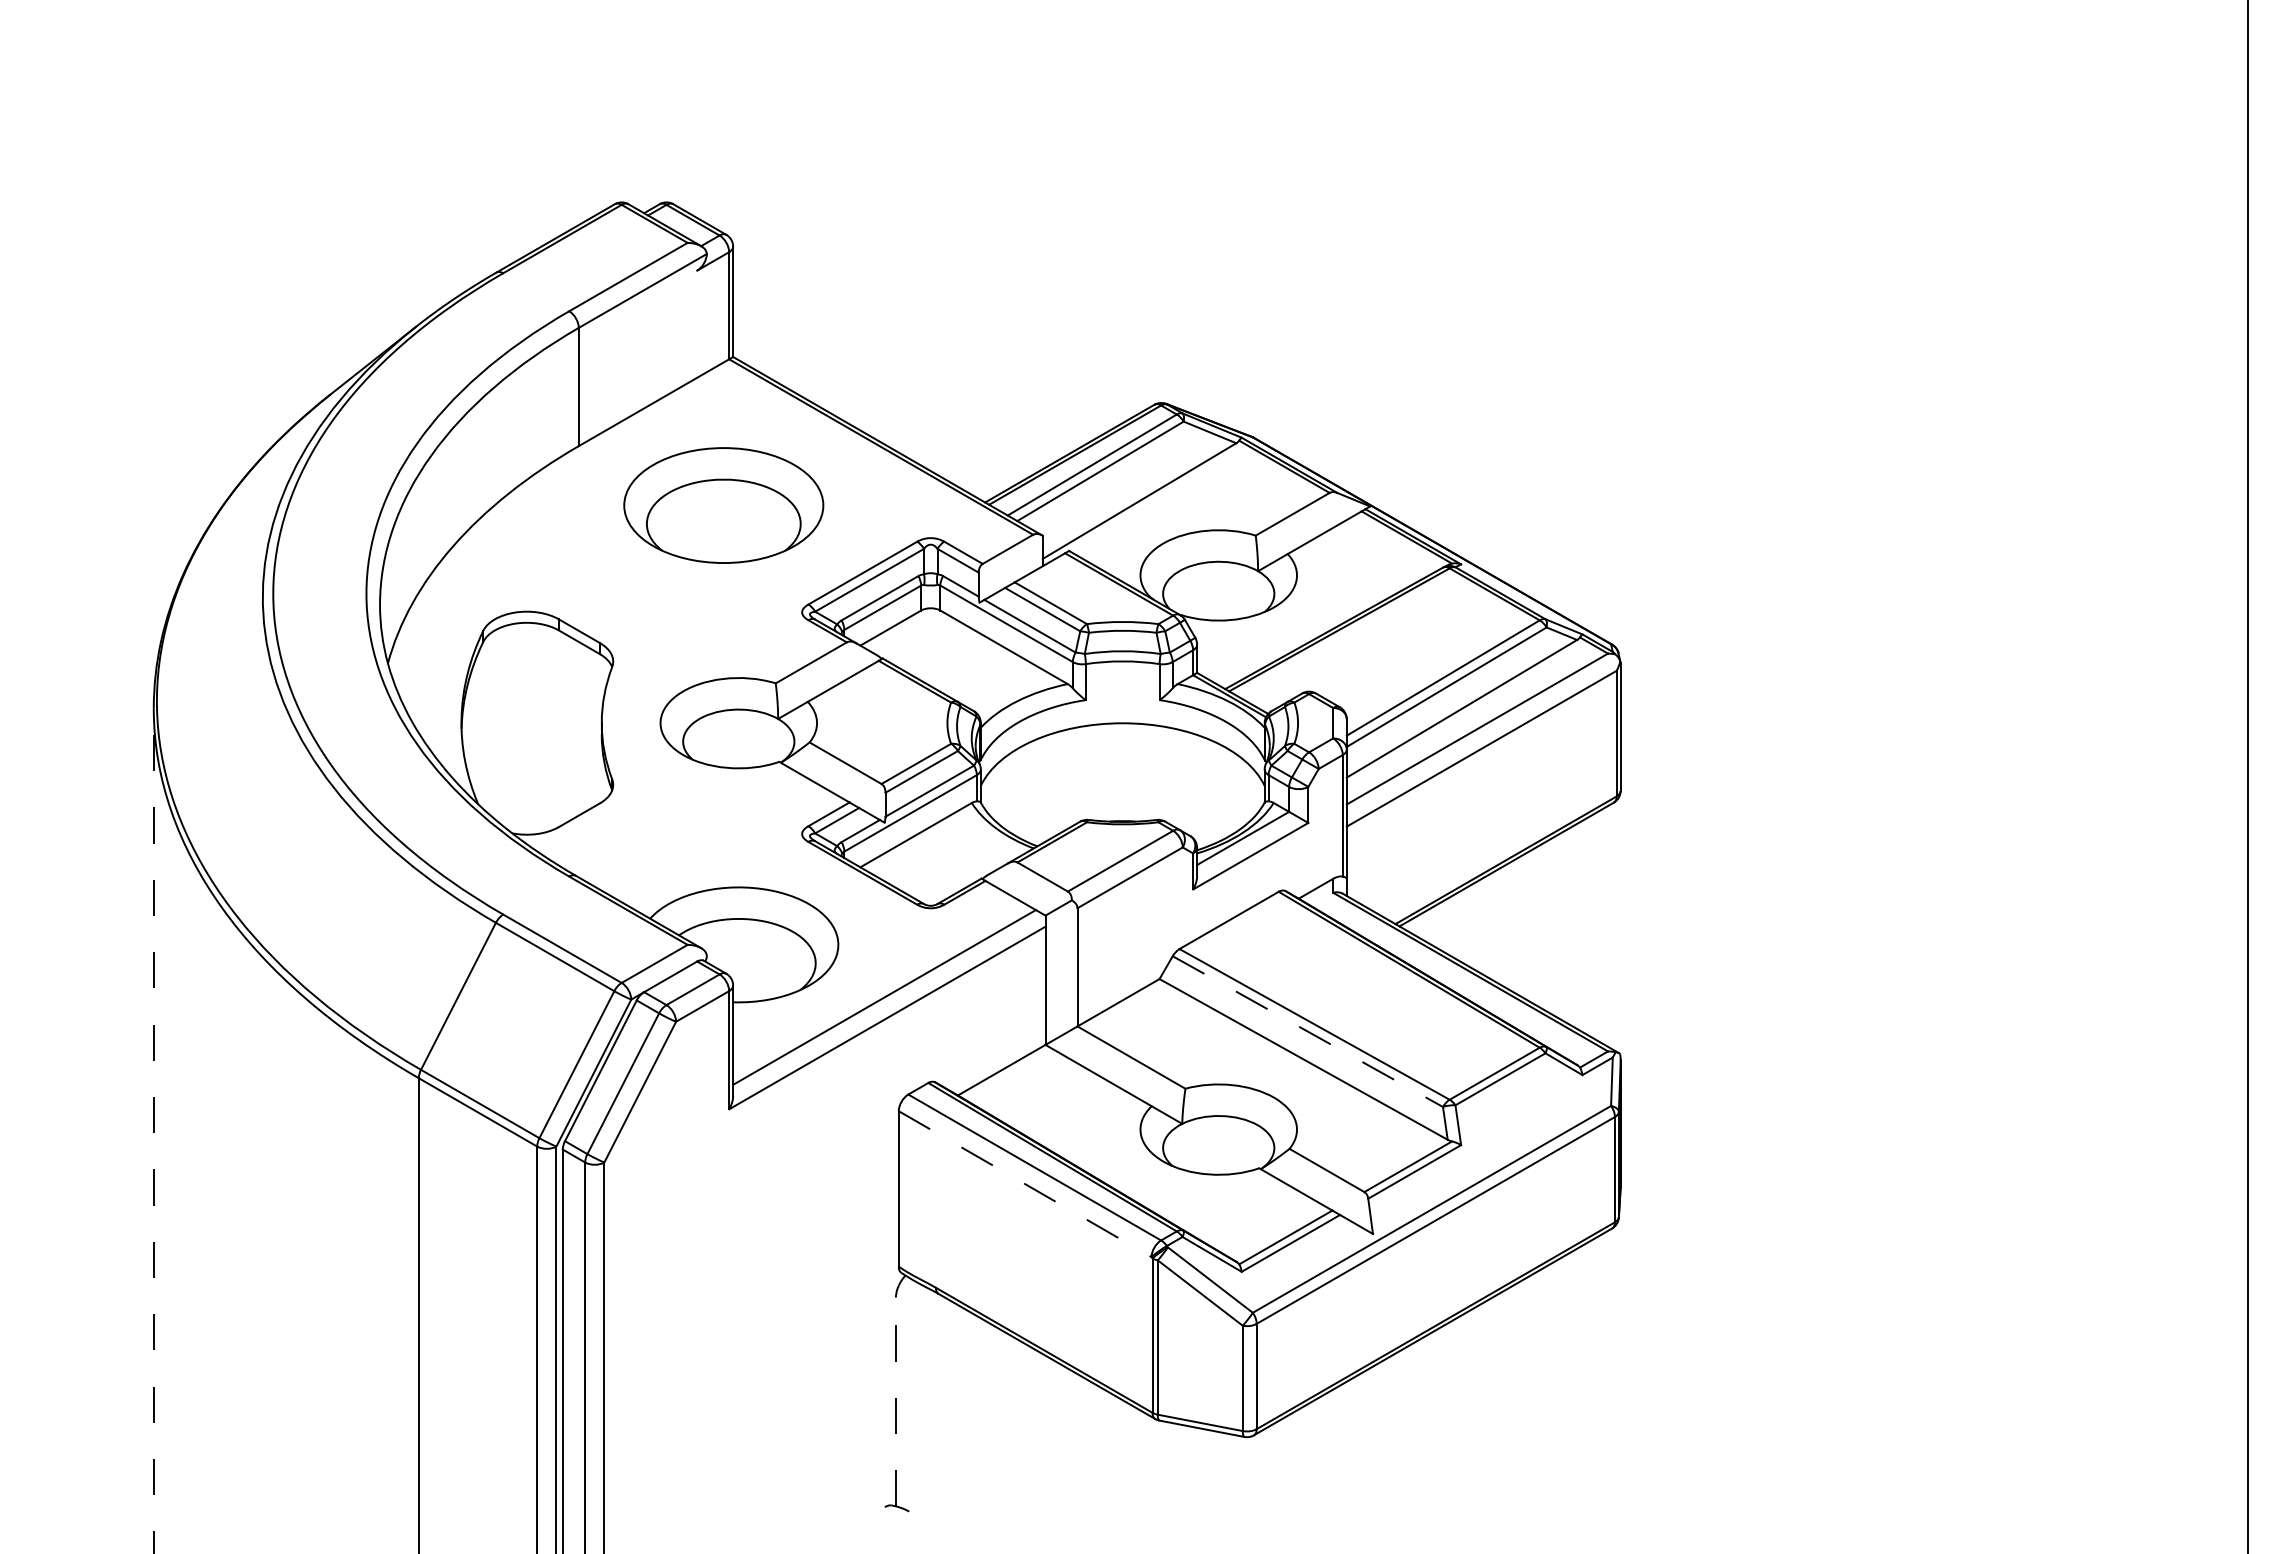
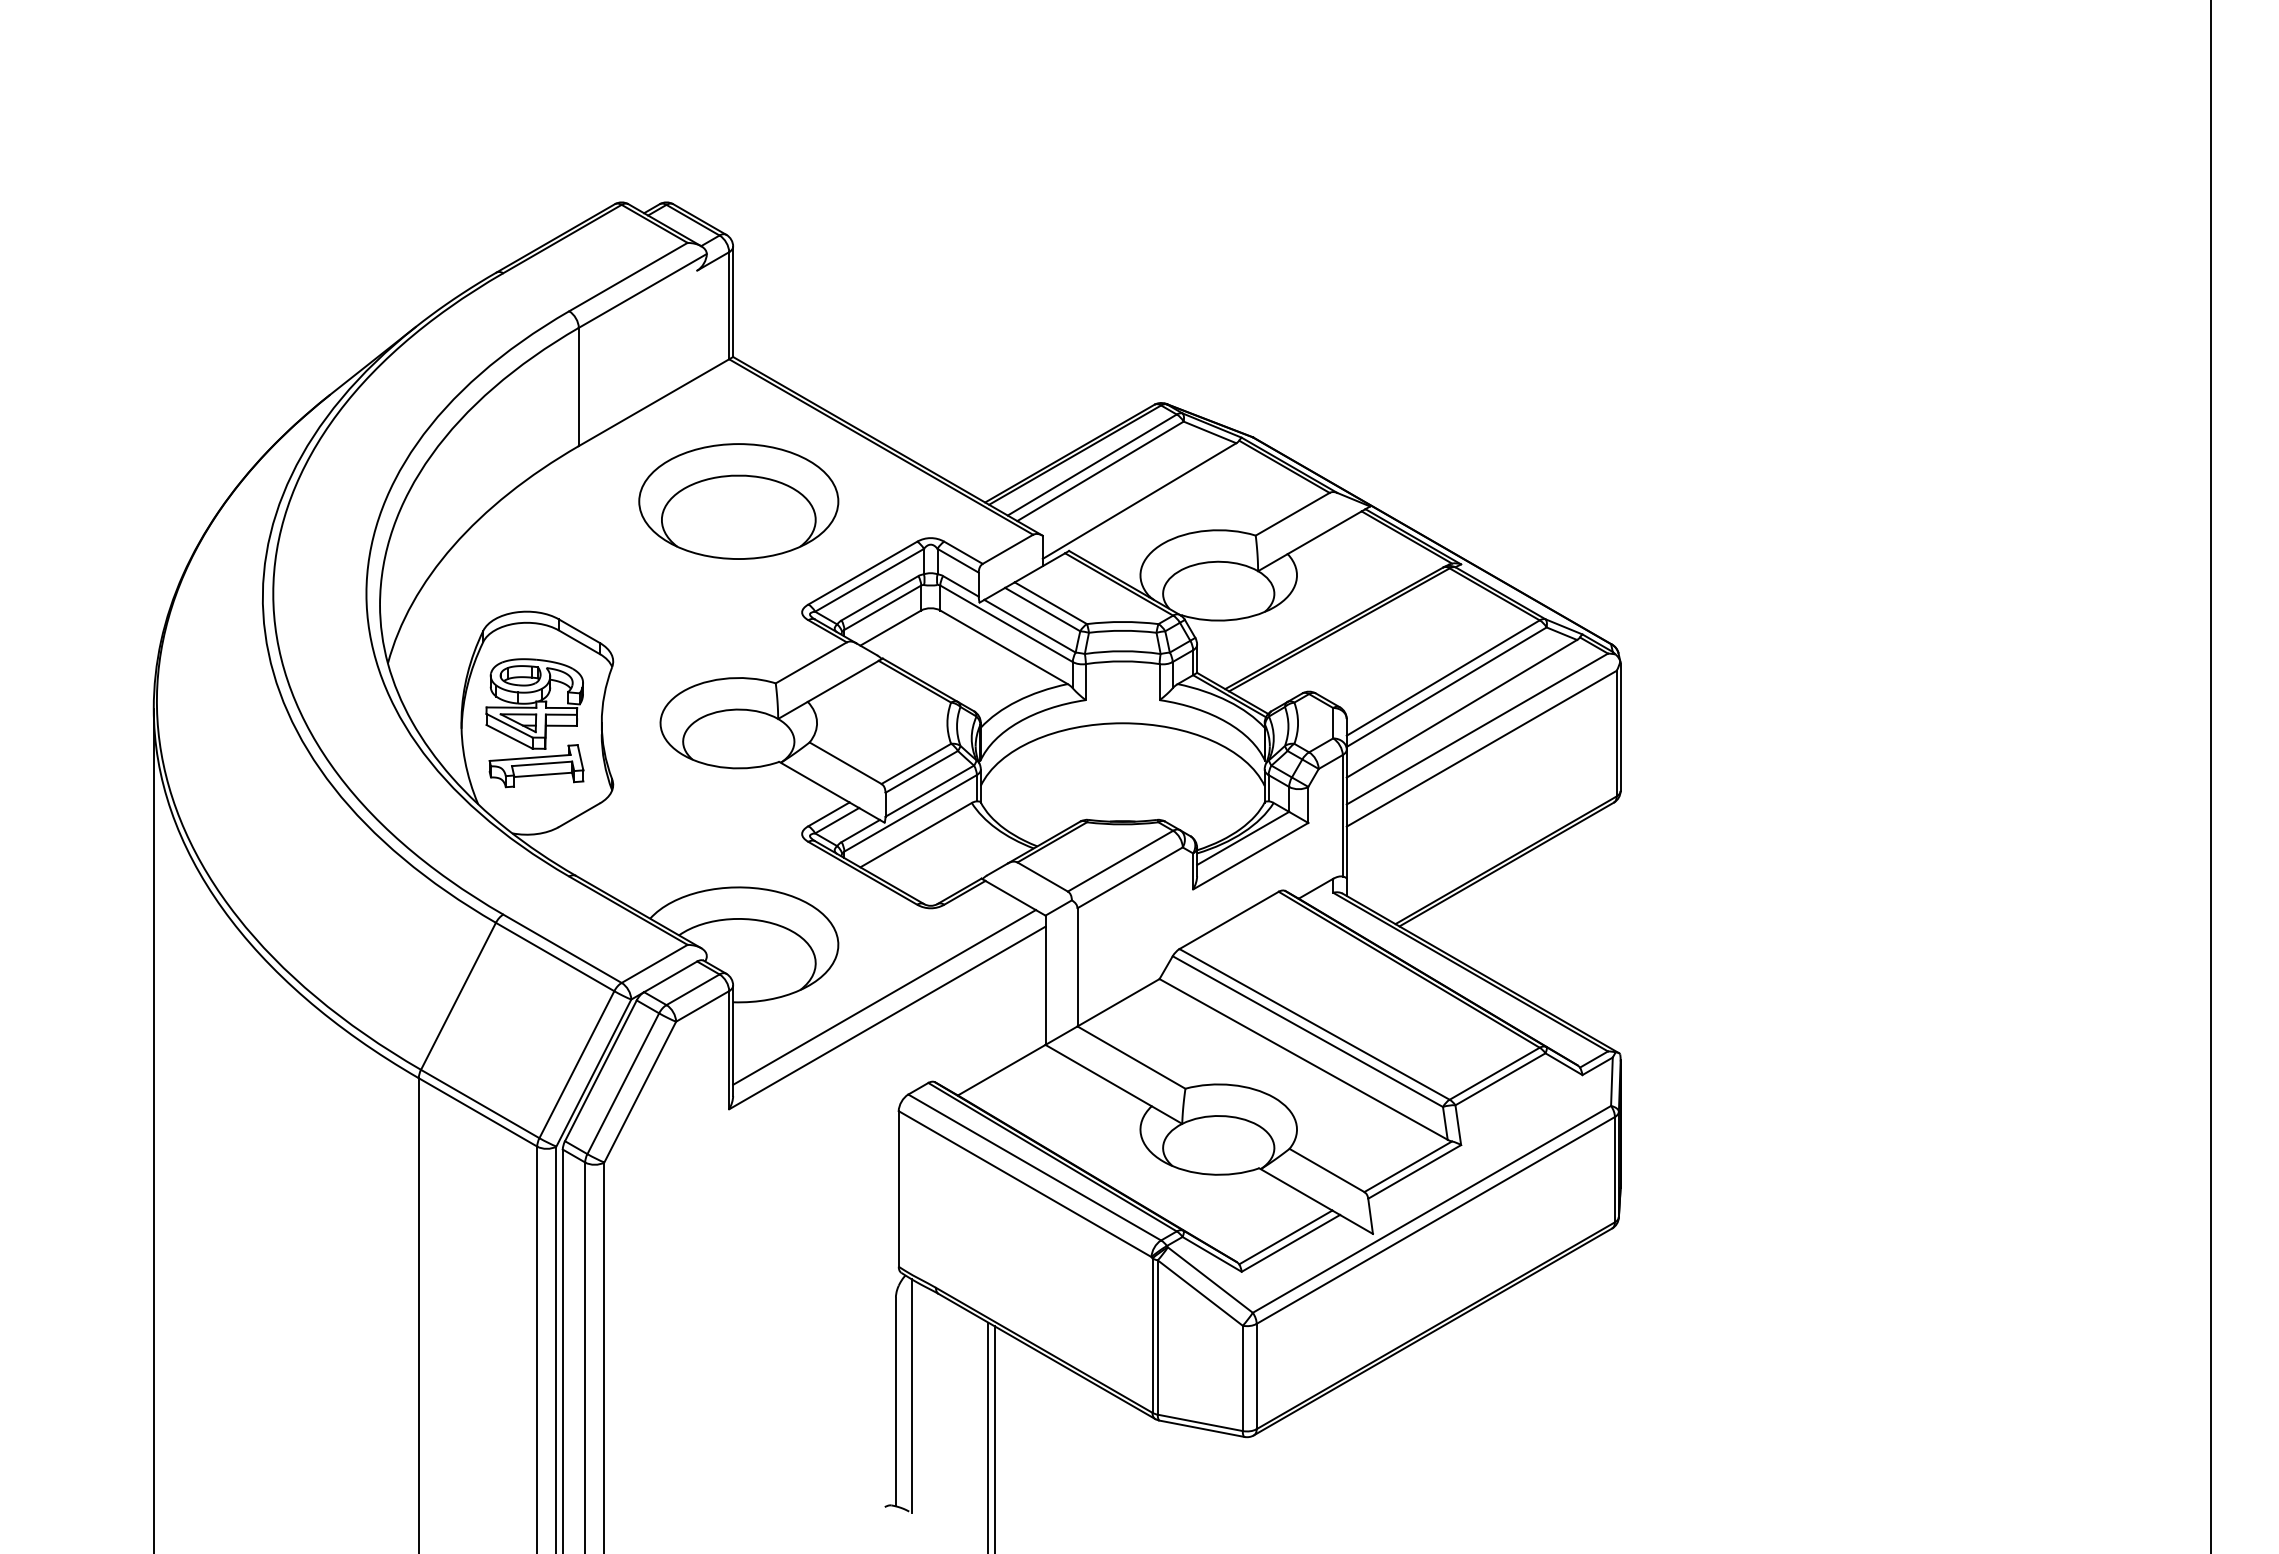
part at (723, 505) position: (723, 505) -> (738, 501)
part at (534, 723): none -> present
line at (2247, 776) position: (2247, 776) -> (2210, 776)
line at (1307, 1031): dashed -> solid
line at (153, 1130): dashed -> solid
line at (1025, 1184): dashed -> solid
line at (912, 1396): none -> present
line at (895, 1401): dashed -> solid
line at (988, 1436): none -> present
line at (994, 1438): none -> present
